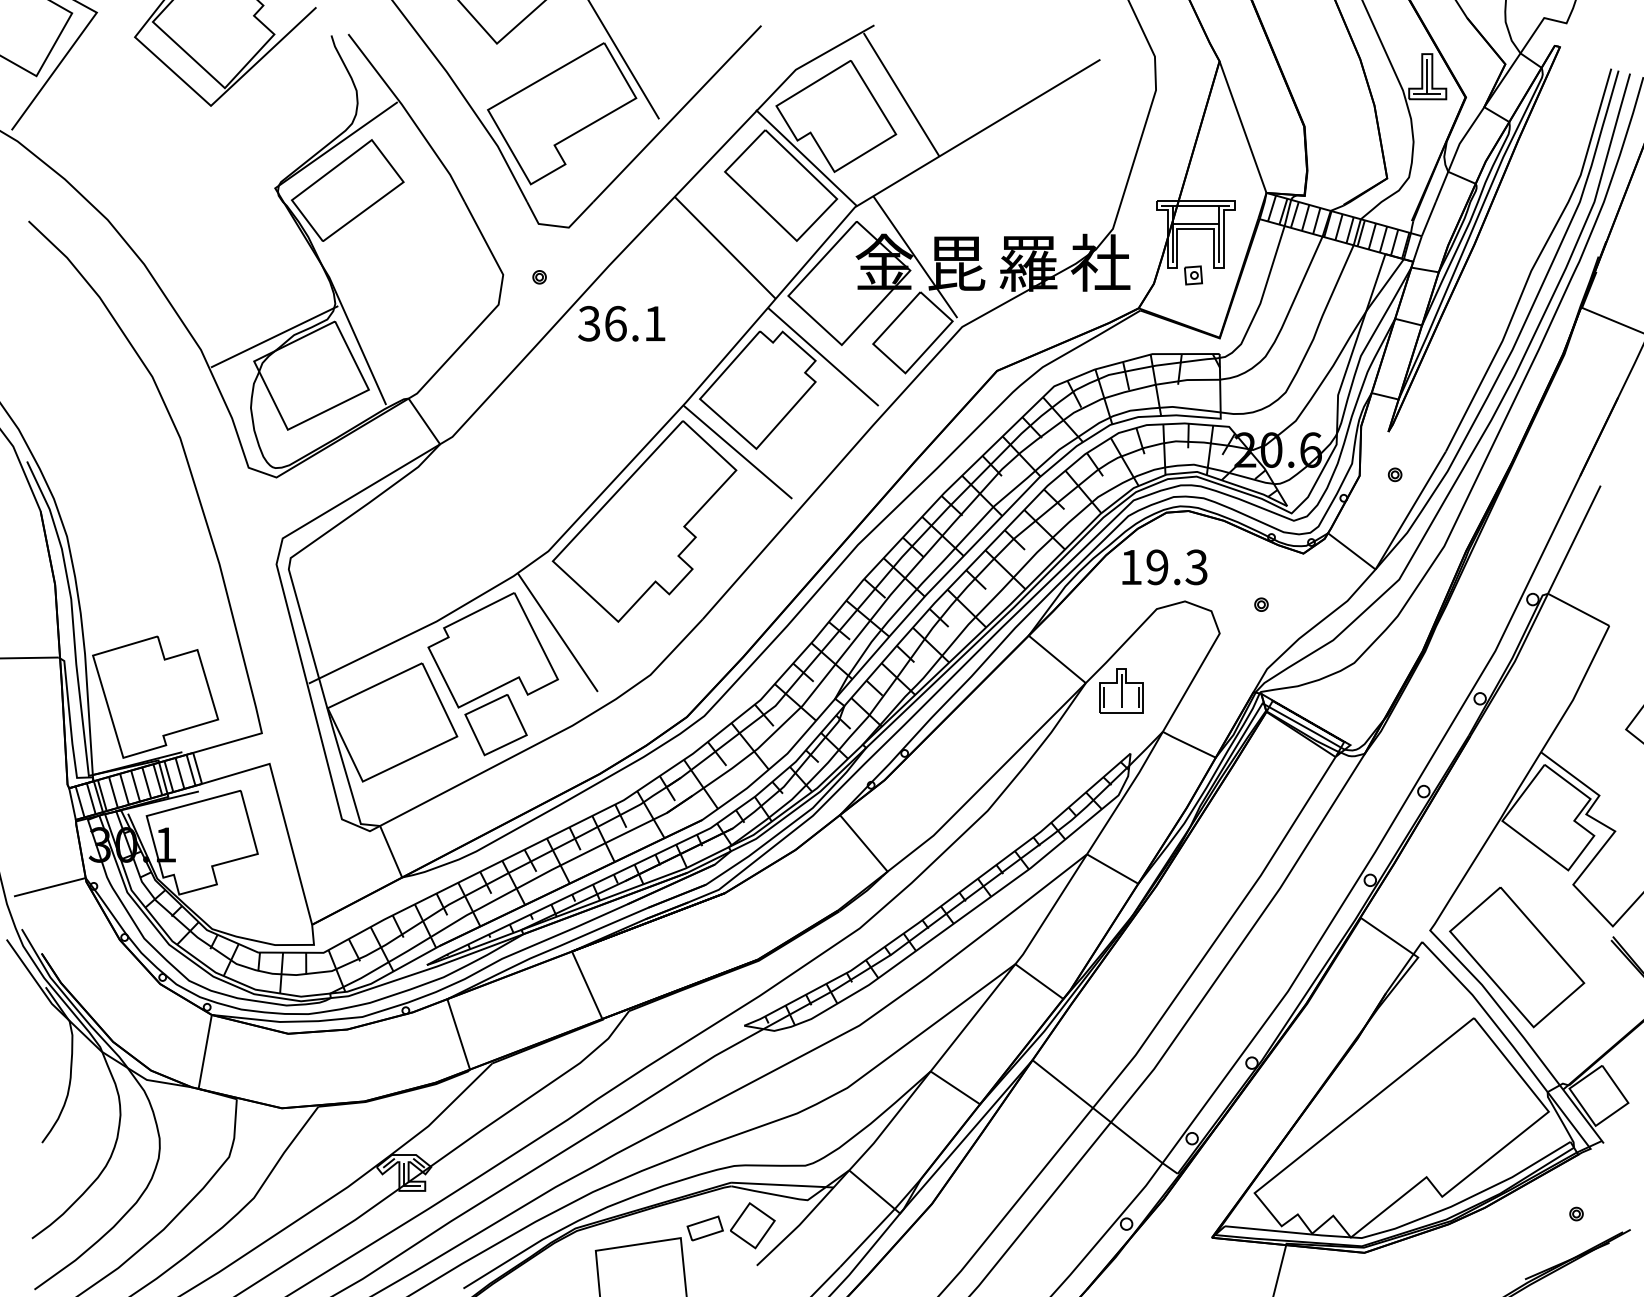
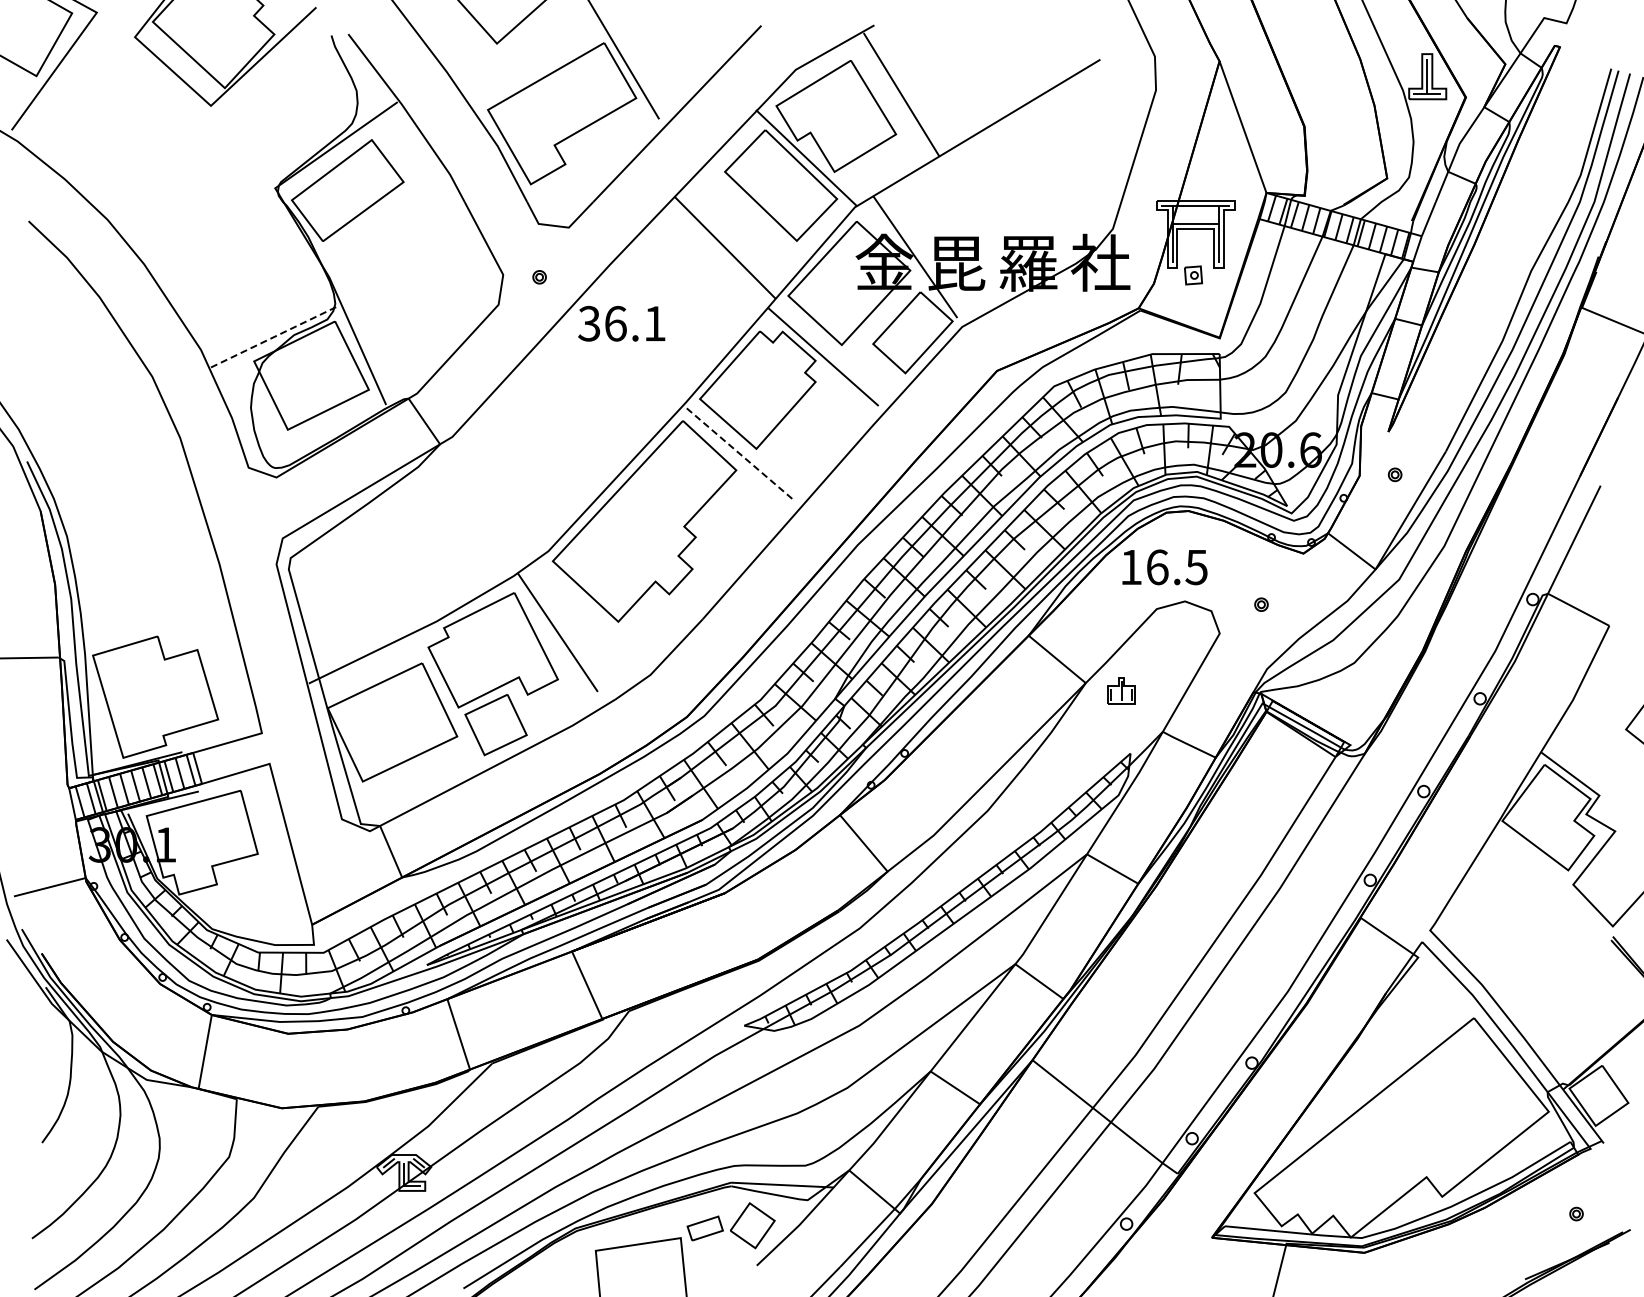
line at (274, 336): solid -> dashed
line at (737, 452): solid -> dashed
text at (1176, 567): 19.3 -> 16.5
part at (1121, 690) size: 45x46 px -> 29x28 px
part at (1517, 957): present -> none
